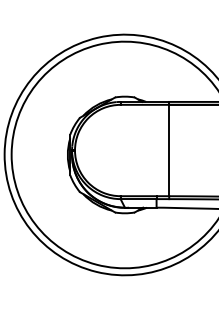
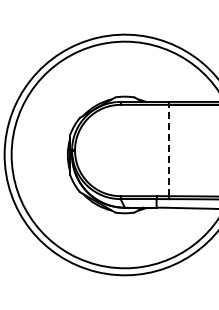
line at (169, 150): solid -> dashed
